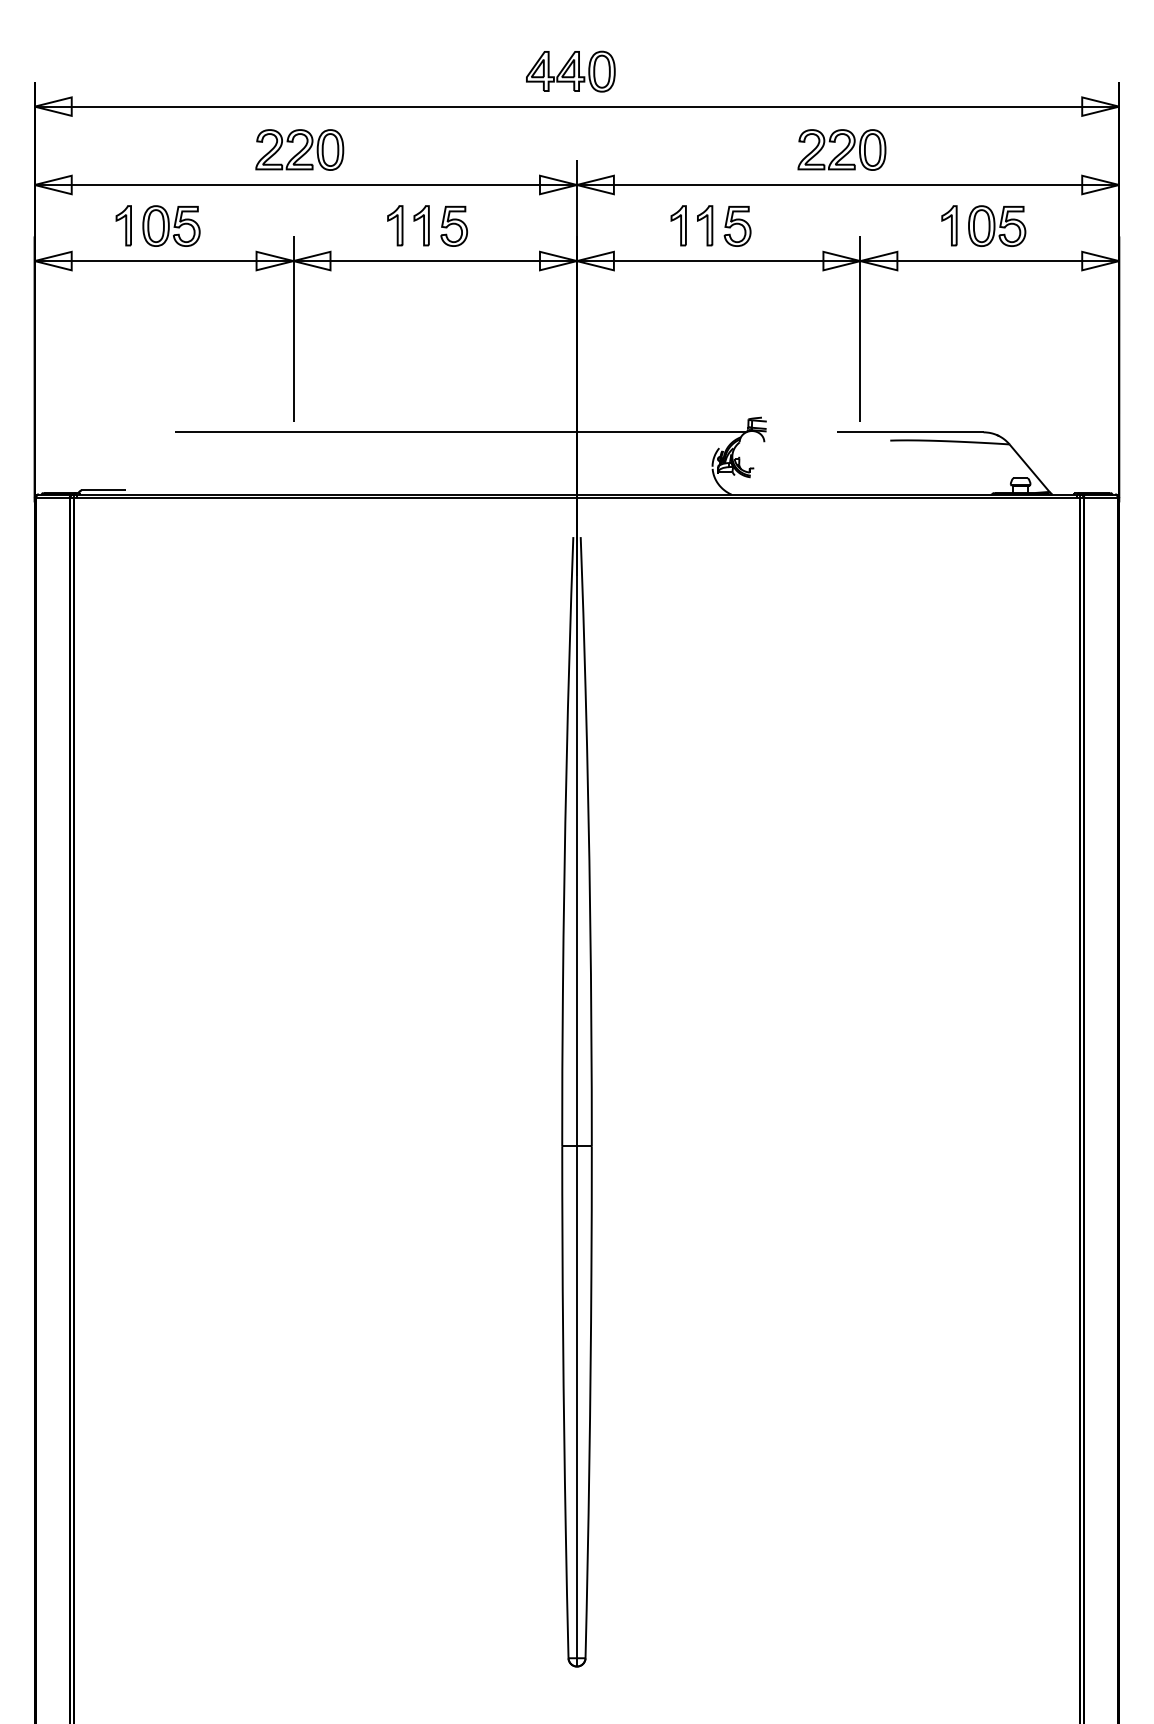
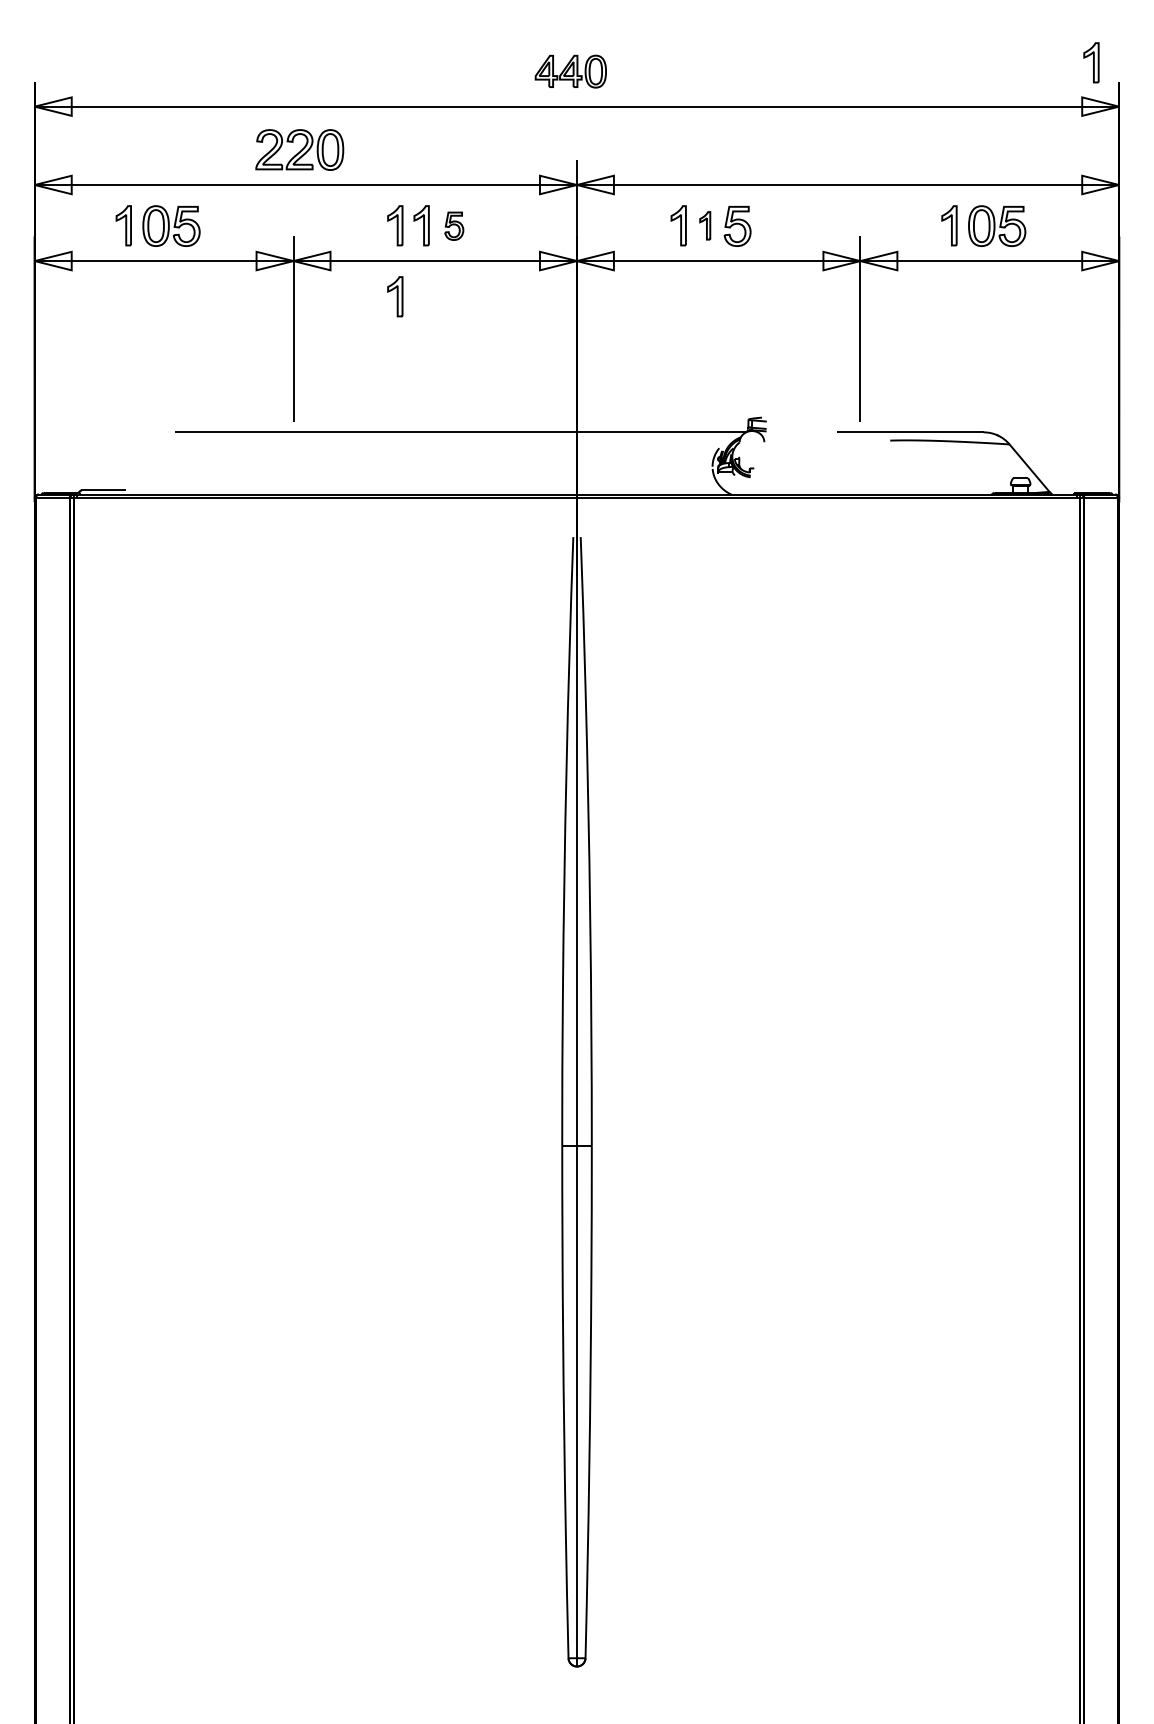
part at (1091, 62): none -> present
part at (570, 71) size: 90x43 px -> 73x35 px
part at (841, 149): present -> none
part at (454, 225) size: 29x42 px -> 21x30 px
part at (705, 225) size: 17x42 px -> 13x30 px
part at (395, 296): none -> present
